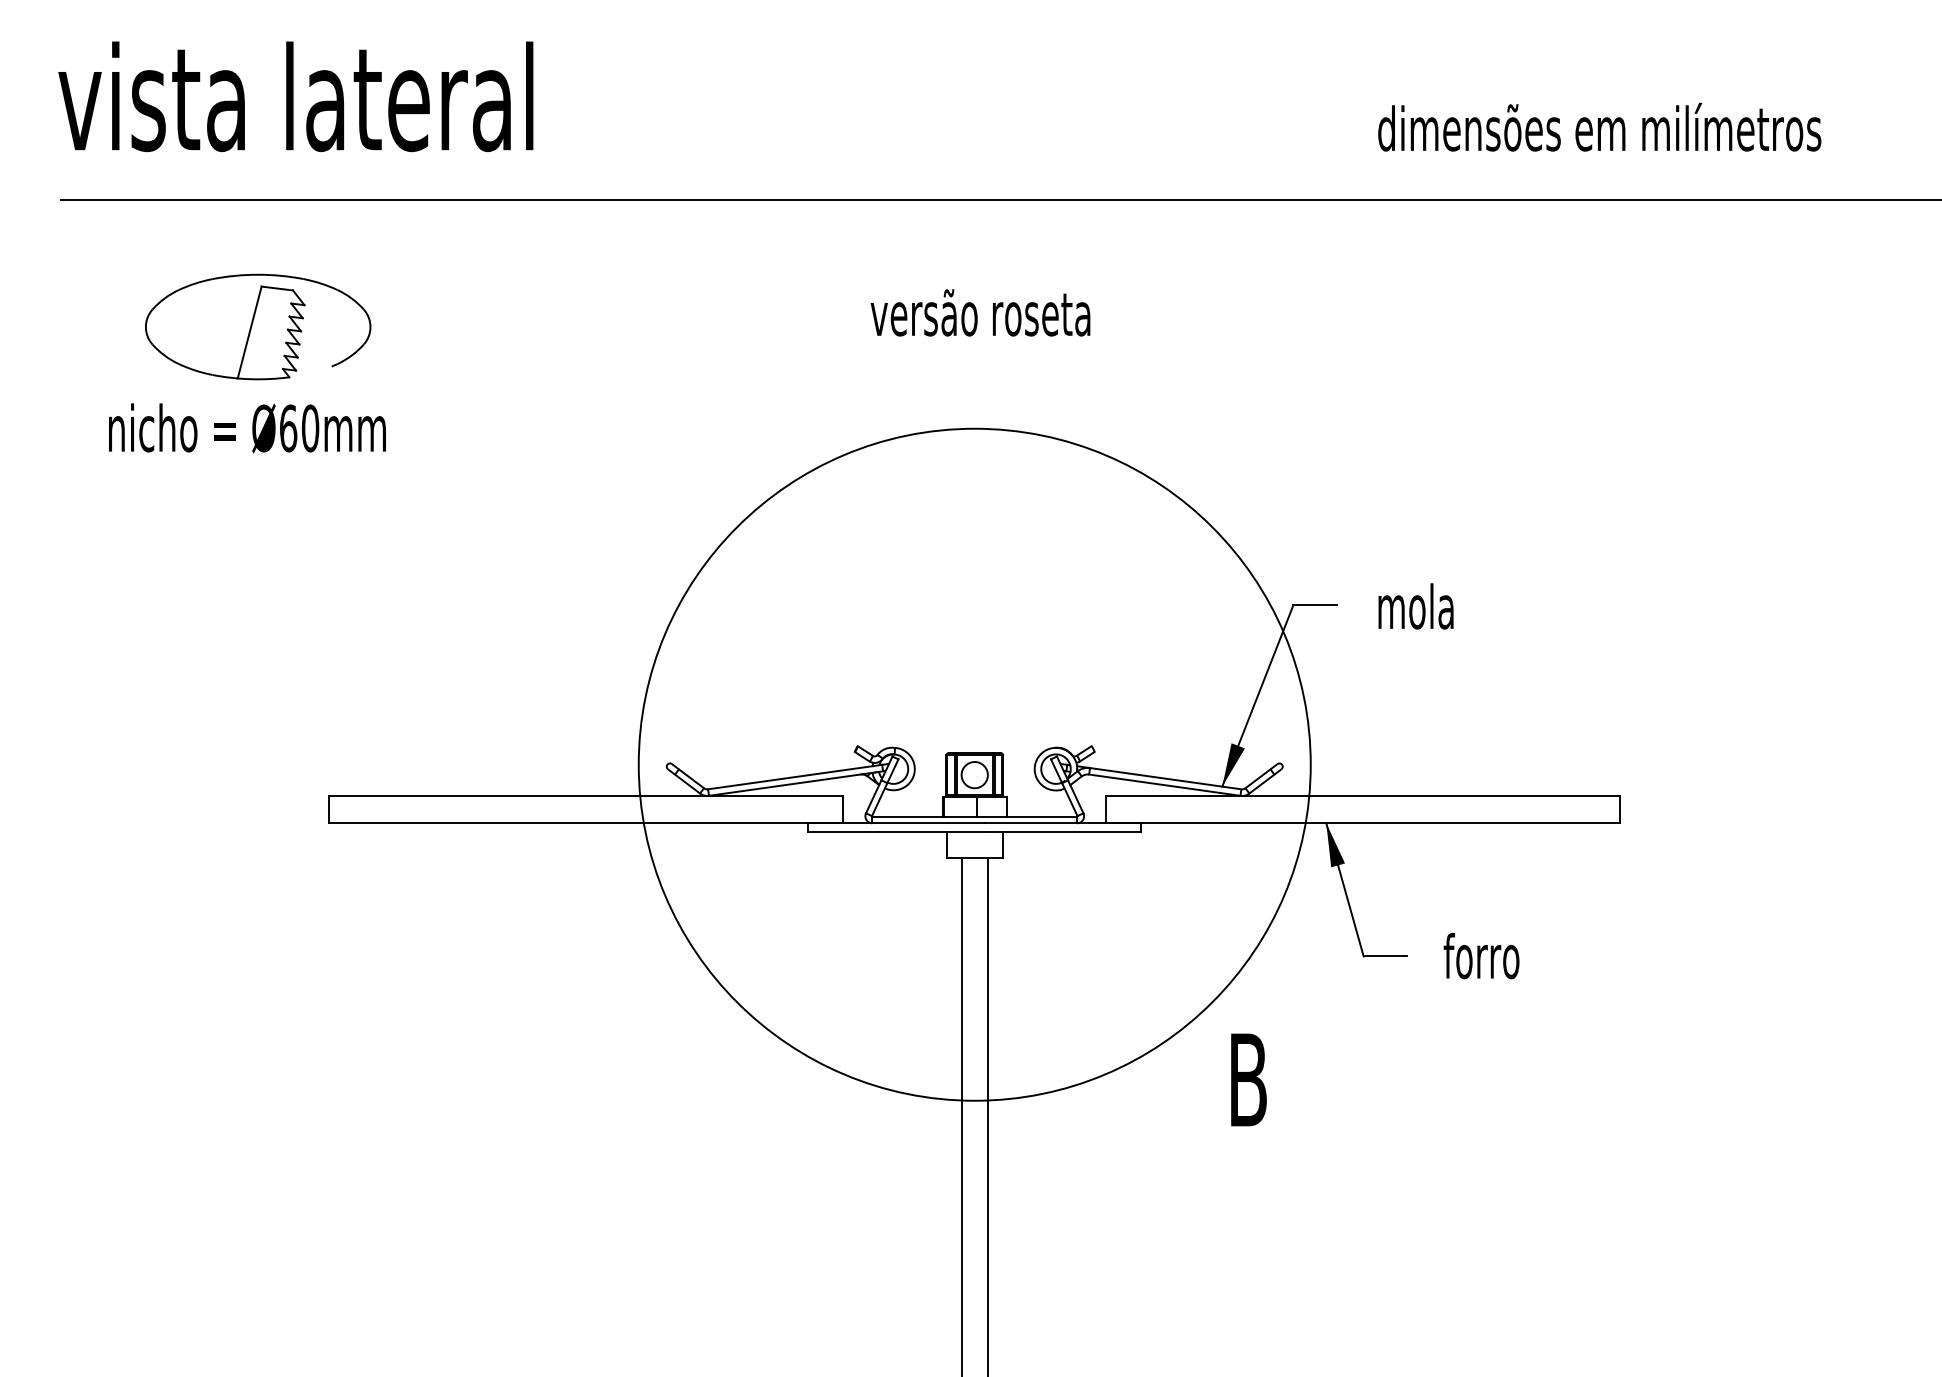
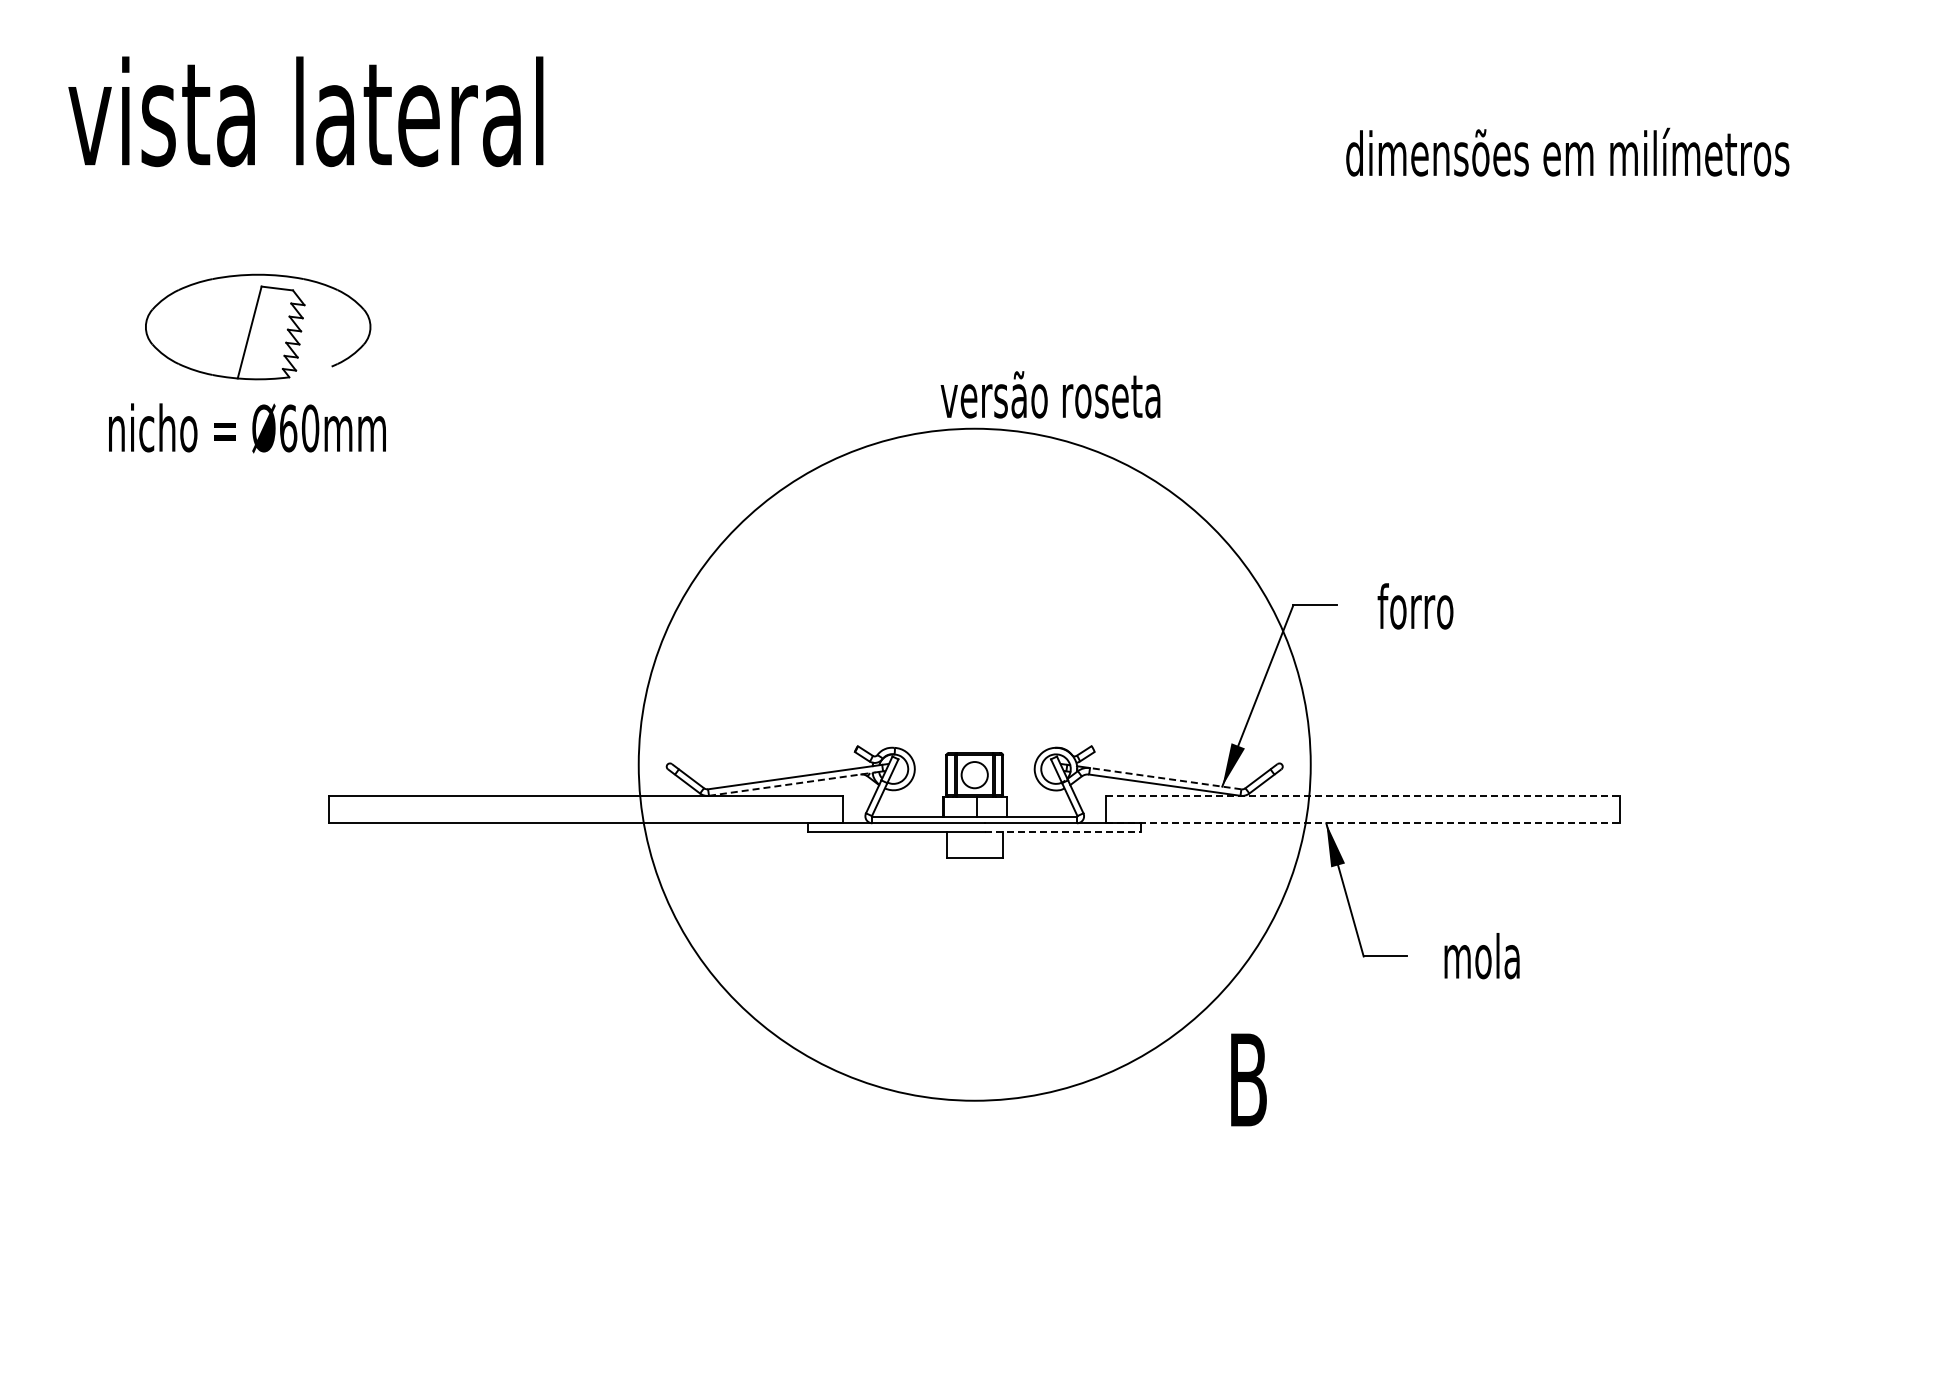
text at (295, 96) position: (295, 96) -> (305, 111)
text at (1599, 126) position: (1599, 126) -> (1567, 151)
line at (999, 199): present -> none
text at (980, 312) position: (980, 312) -> (1050, 394)
text at (1415, 606): mola -> forro
line at (1165, 778): solid -> dashed
line at (792, 784): solid -> dashed
line at (1363, 795): solid -> dashed
line at (1363, 823): solid -> dashed
line at (1063, 832): solid -> dashed
text at (1481, 956): forro -> mola
line at (961, 1115): present -> none
line at (987, 1115): present -> none
